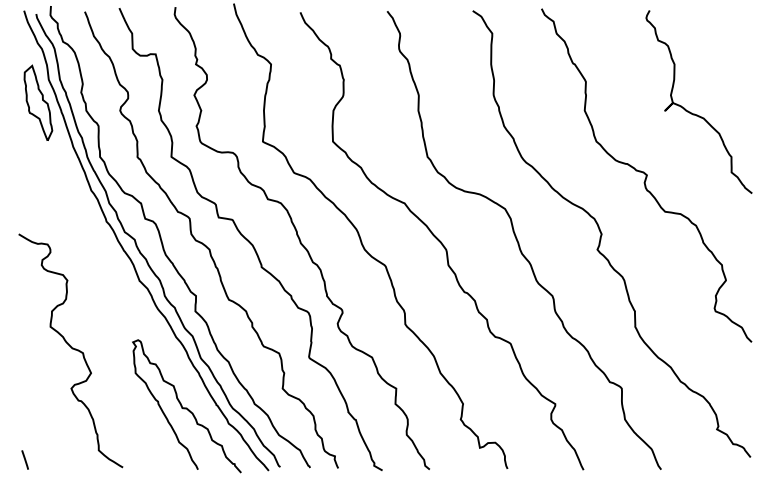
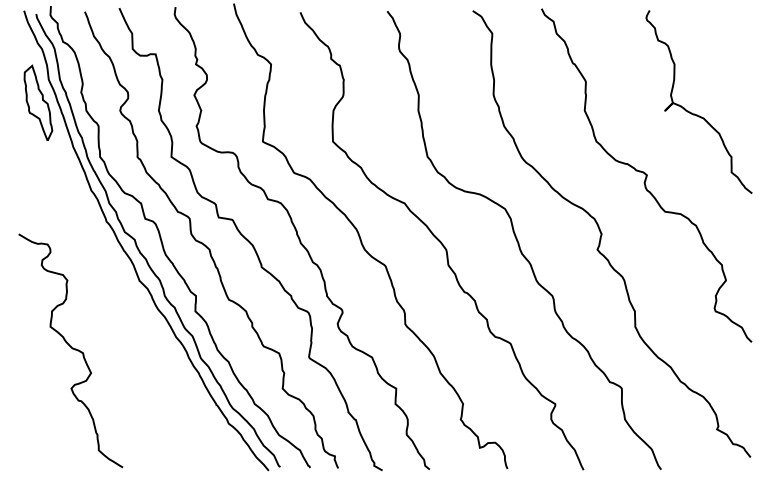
curve at (186, 407): present -> none
line at (24, 459): present -> none
